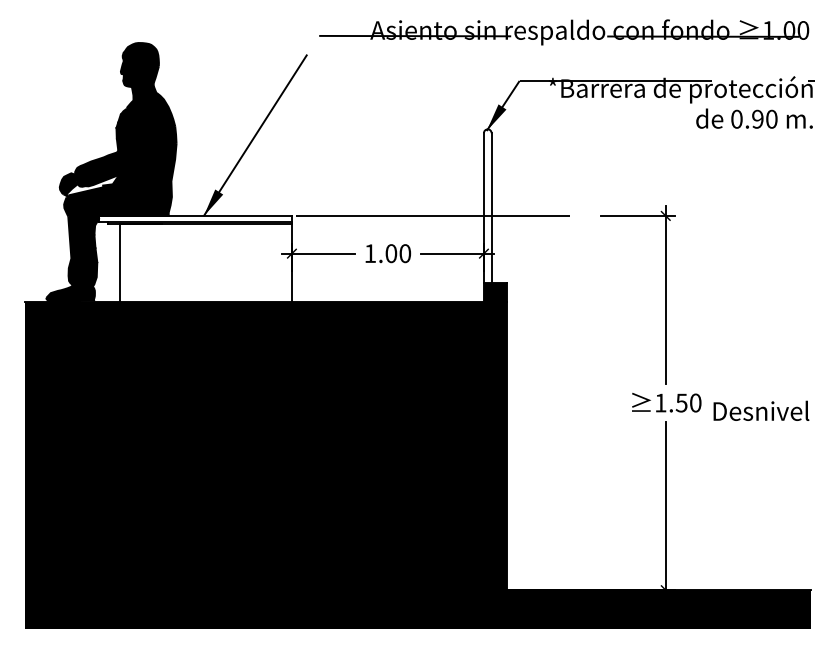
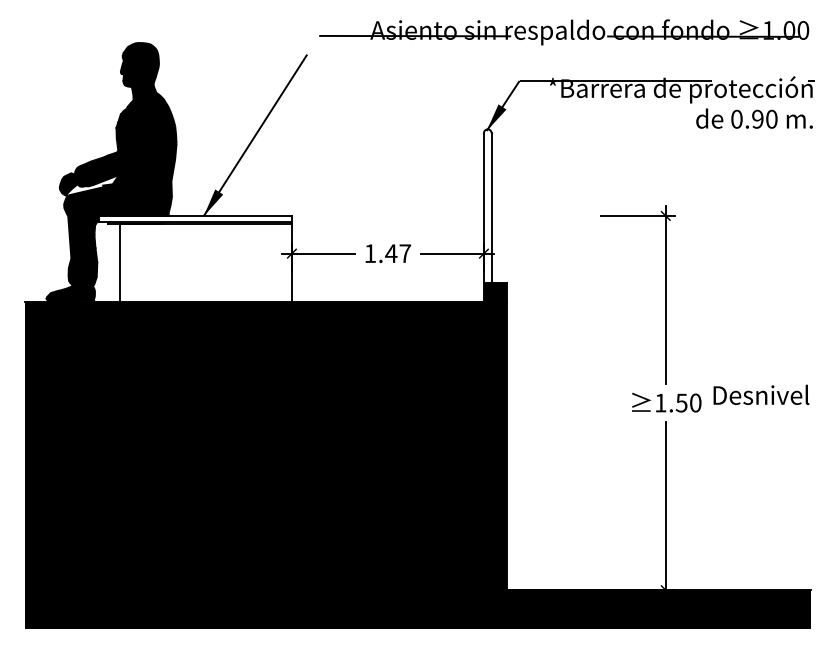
line at (432, 215): present -> none
text at (398, 253): 1.00 -> 1.47
text at (761, 410) position: (761, 410) -> (761, 394)
